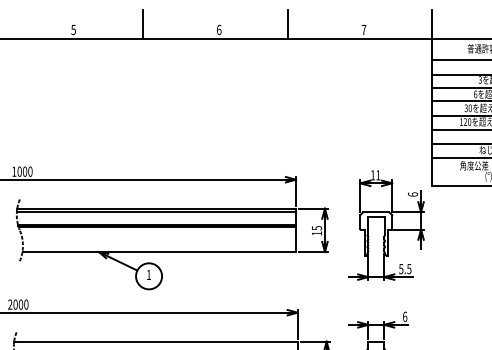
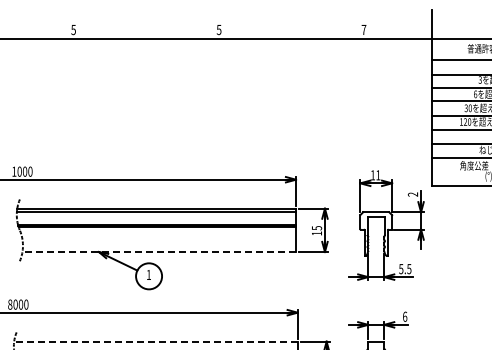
line at (142, 24): present -> none
line at (287, 24): present -> none
text at (218, 29): 6 -> 5
text at (413, 194): 6 -> 2
line at (159, 252): solid -> dashed
text at (10, 304): 2000 -> 8000
line at (155, 341): solid -> dashed
